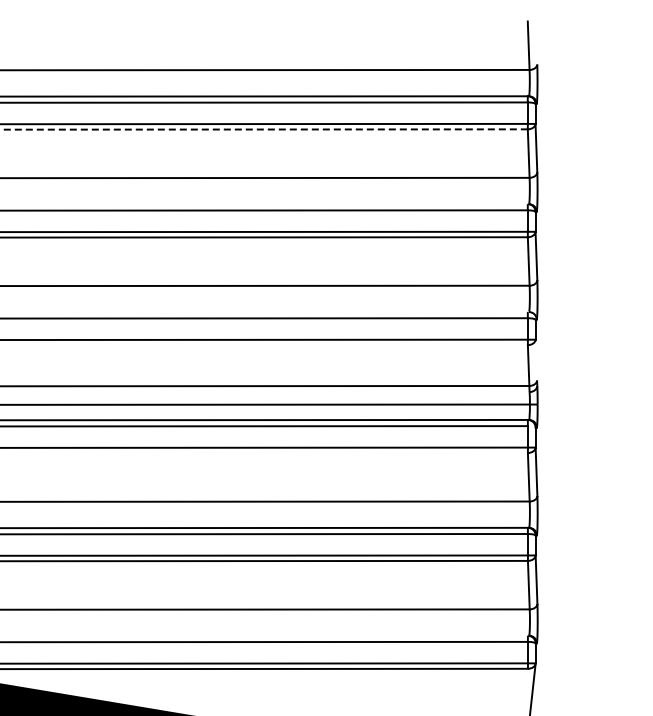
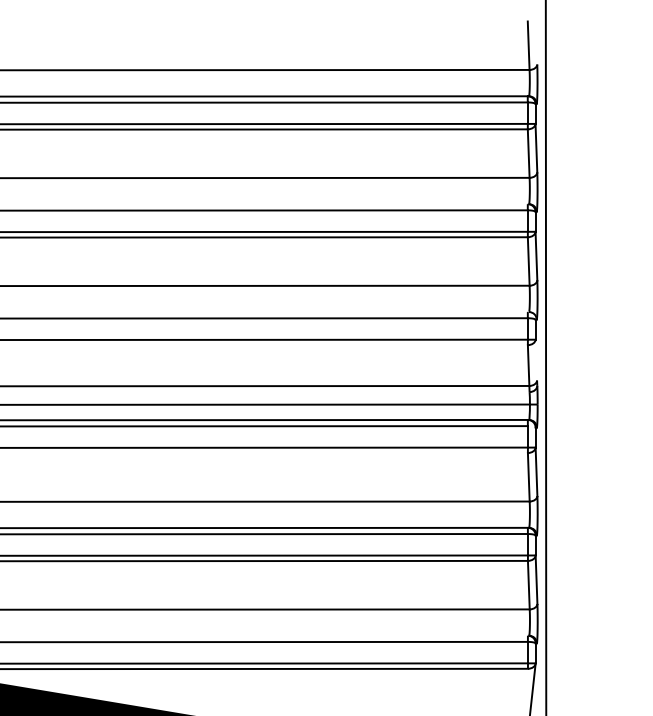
line at (263, 129): dashed -> solid
line at (545, 357): none -> present
